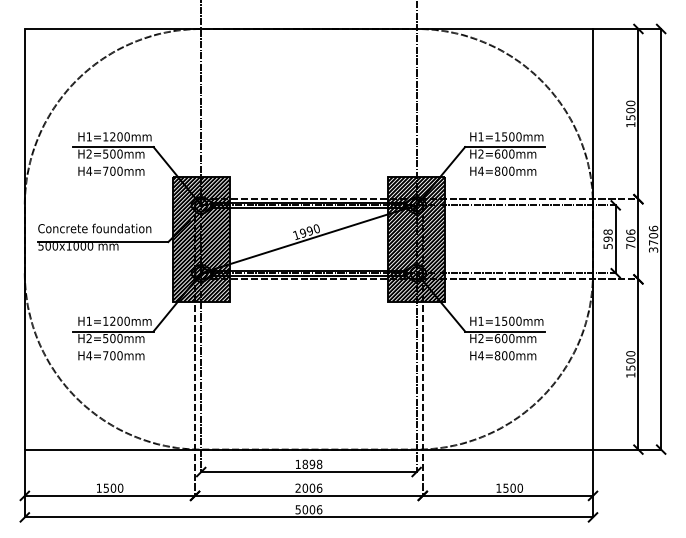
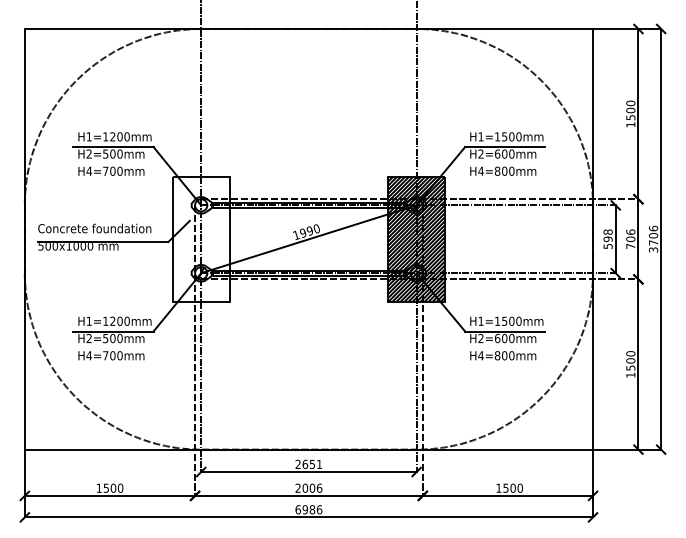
hatch at (200, 239): present -> none
text at (308, 464): 1898 -> 2651
text at (305, 509): 5006 -> 6986
